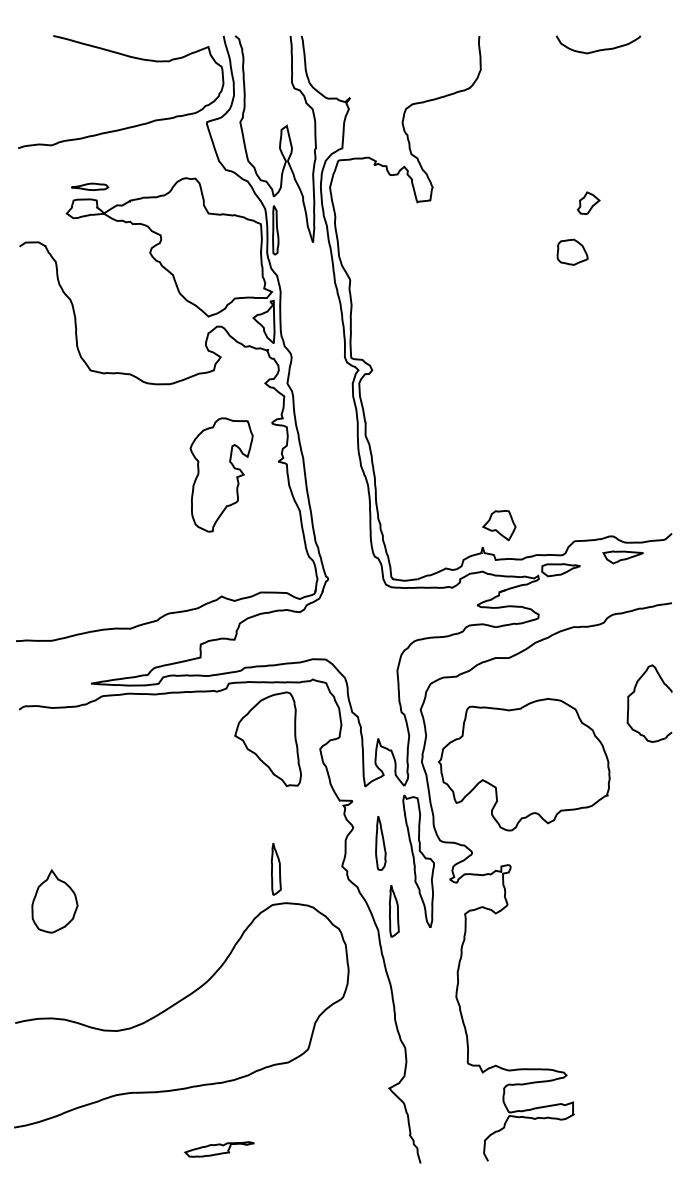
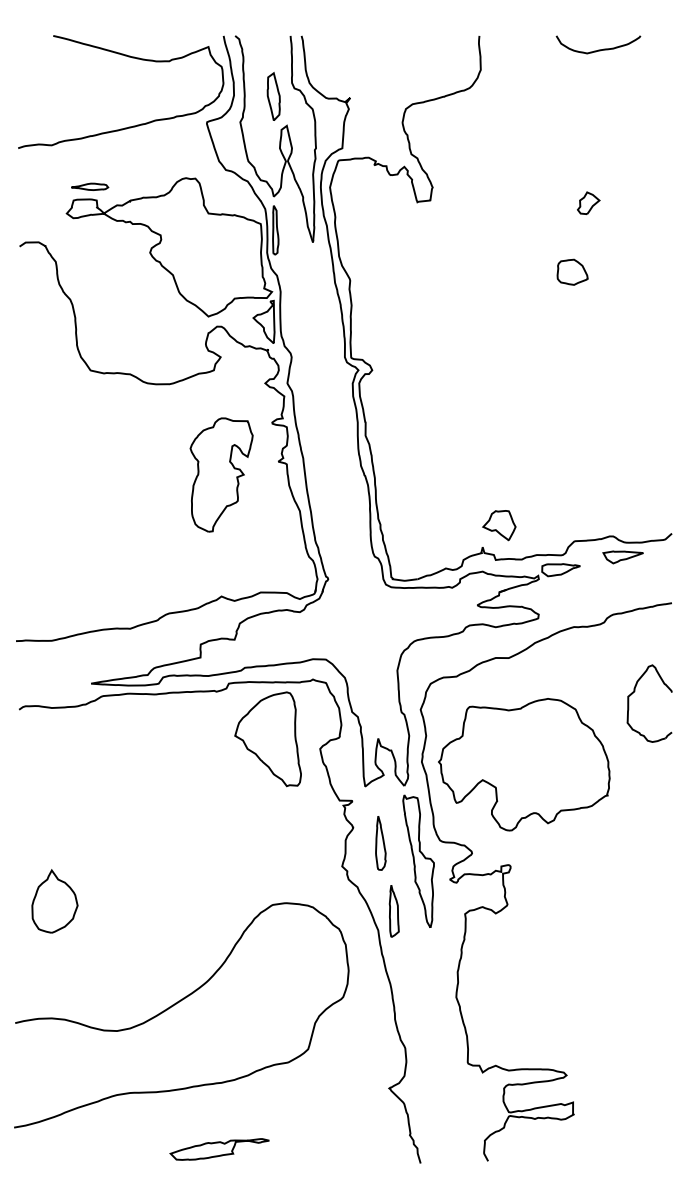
part at (273, 96): none -> present
part at (572, 251) position: (572, 251) -> (572, 271)
part at (275, 869): present -> none
part at (219, 1149) size: 71x17 px -> 101x23 px
